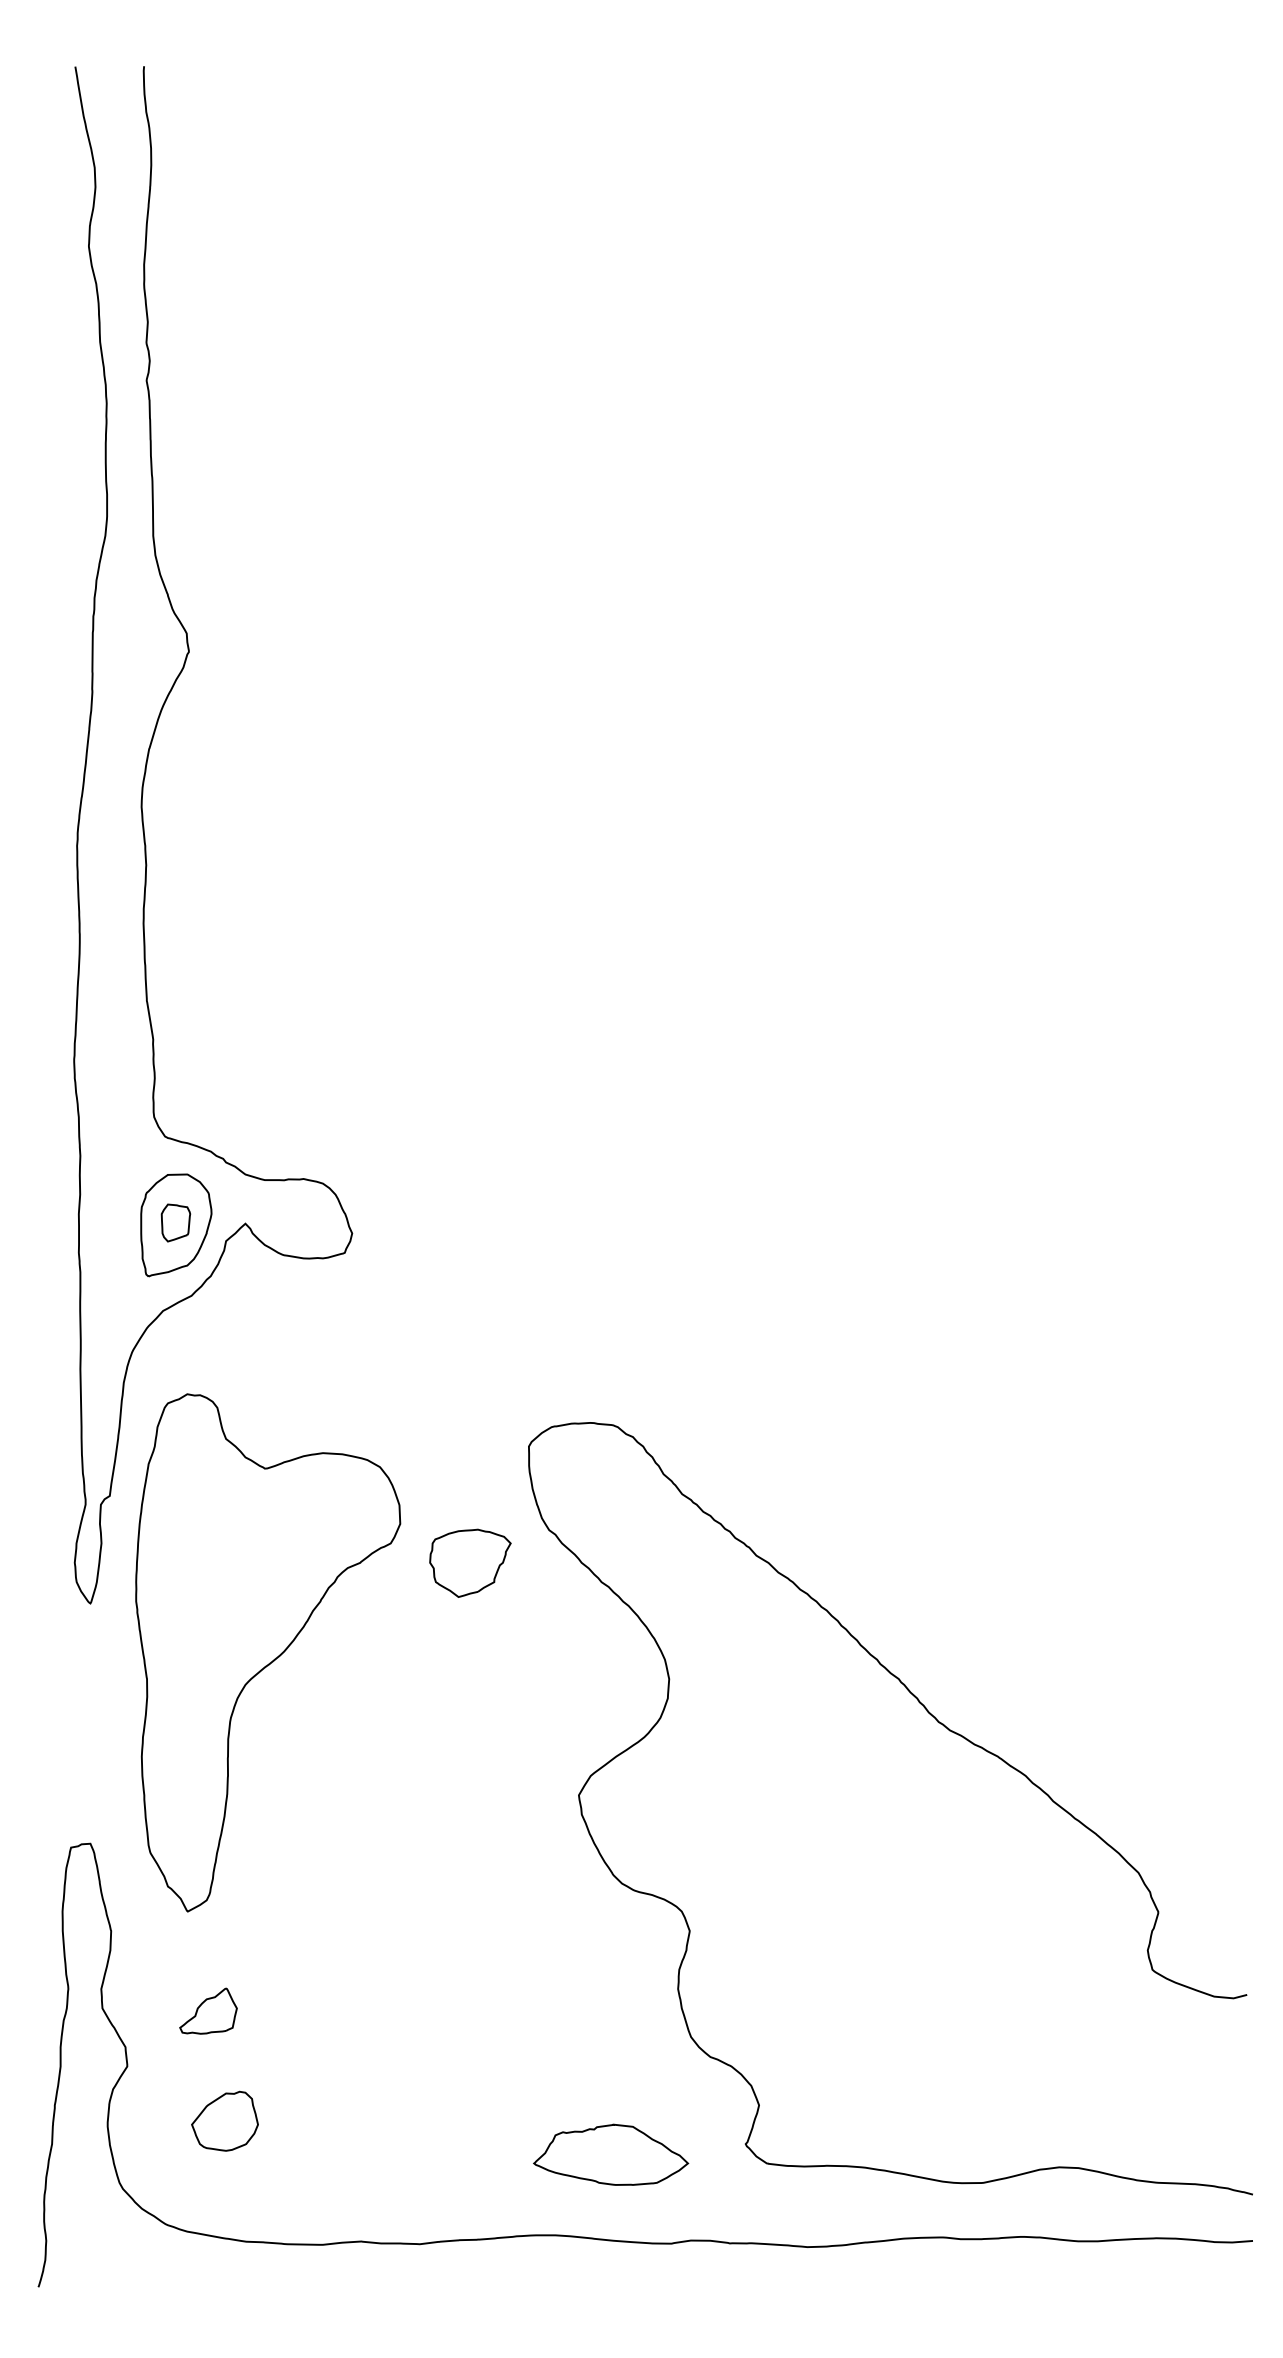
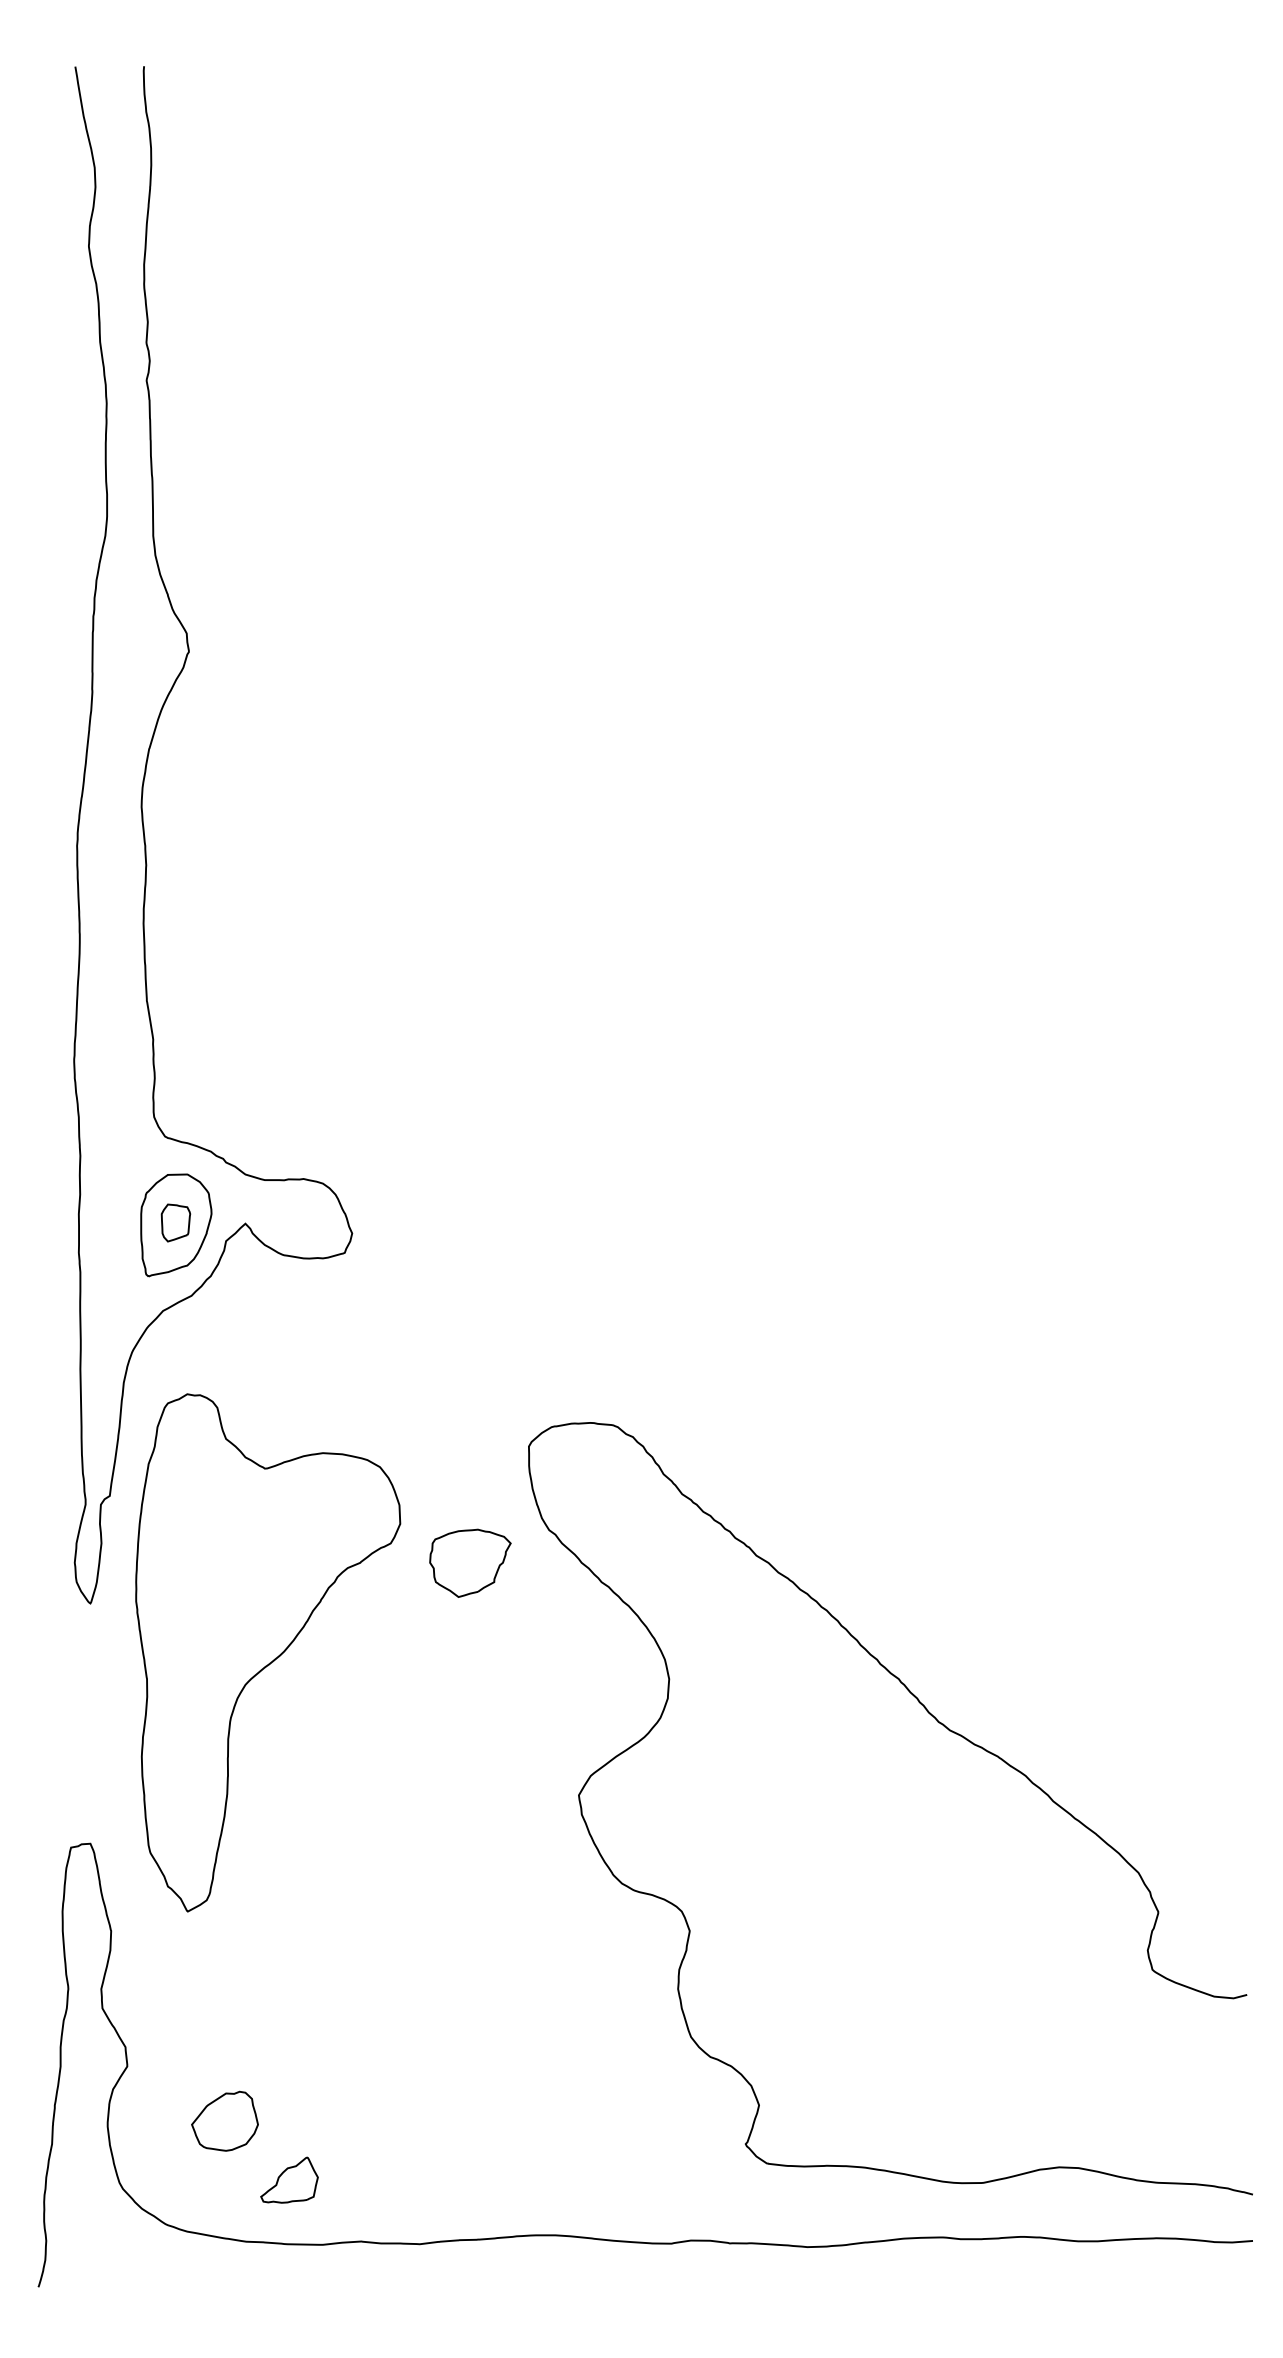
part at (208, 2010) position: (208, 2010) -> (289, 2179)
part at (611, 2154): present -> none
